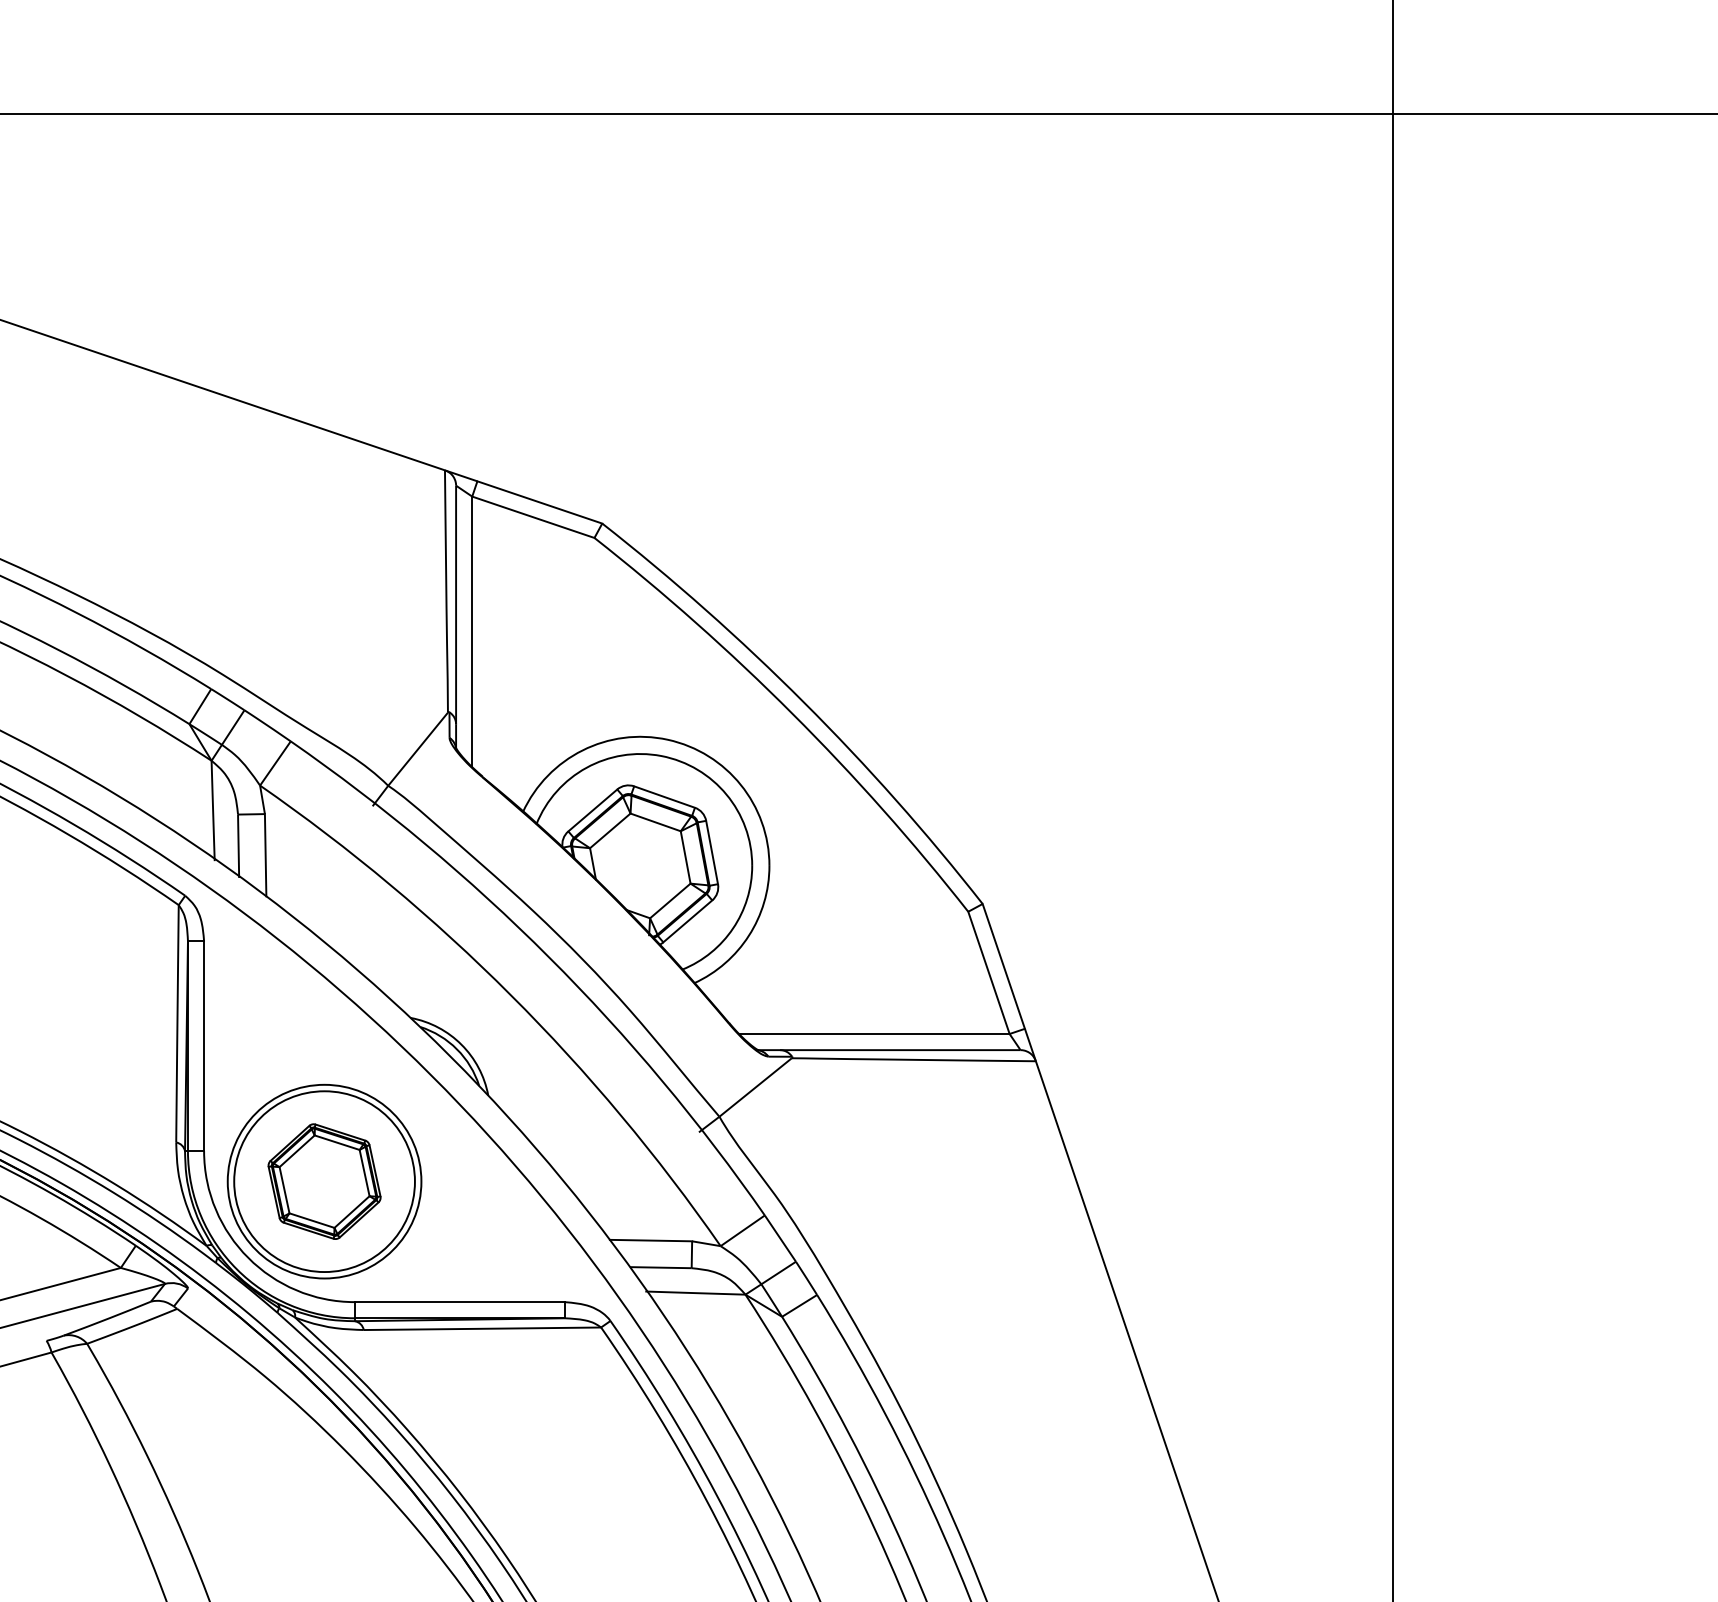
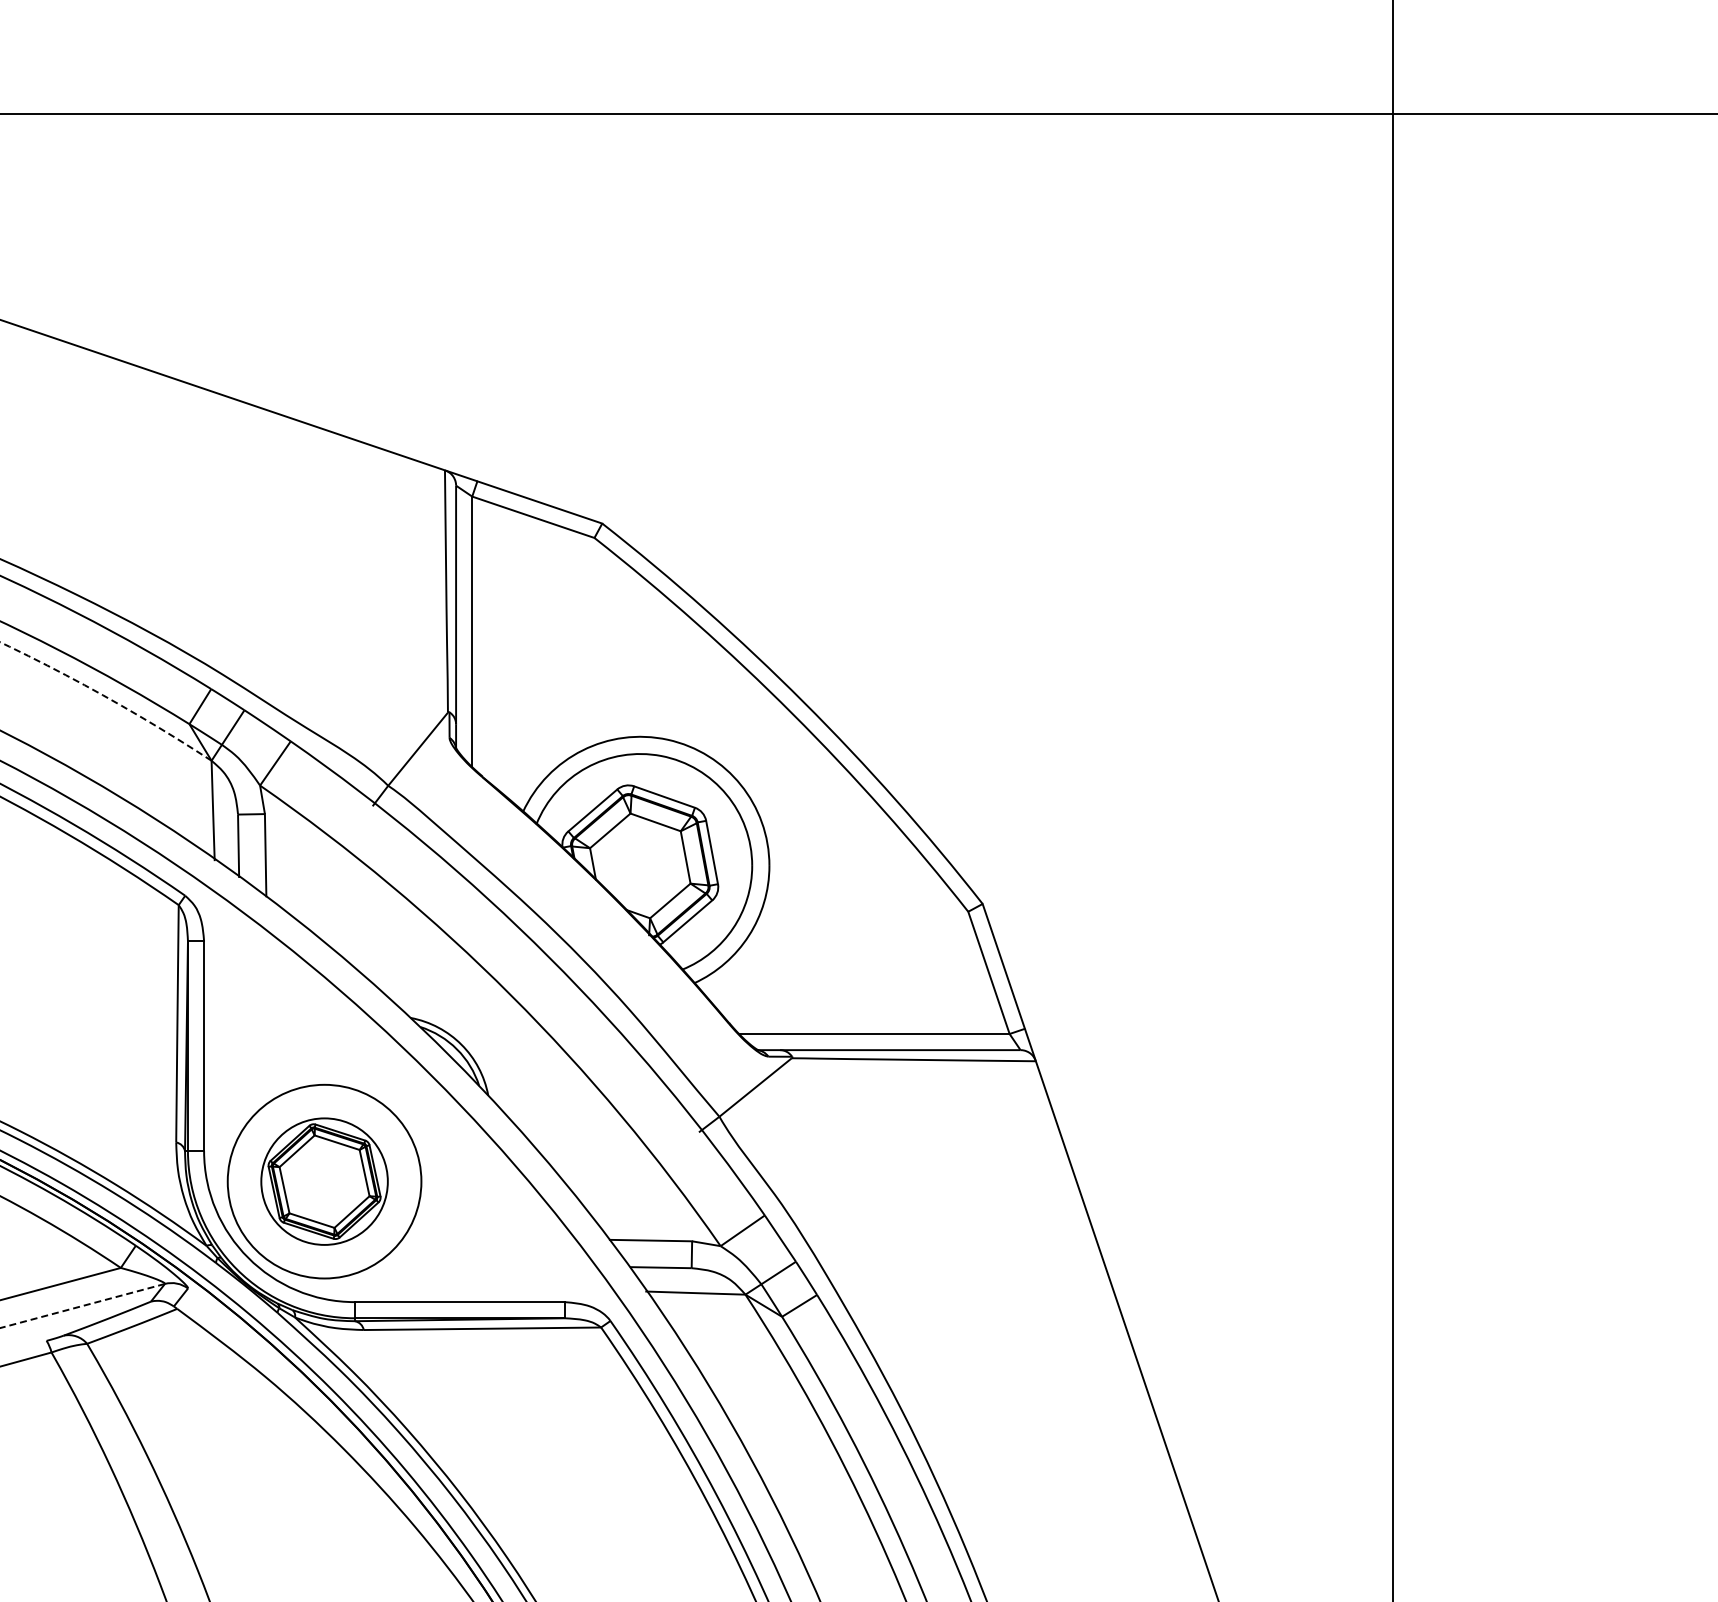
arc at (107, 697): solid -> dashed
circle at (324, 1181) diameter: 181 px -> 127 px
line at (82, 1305): solid -> dashed
